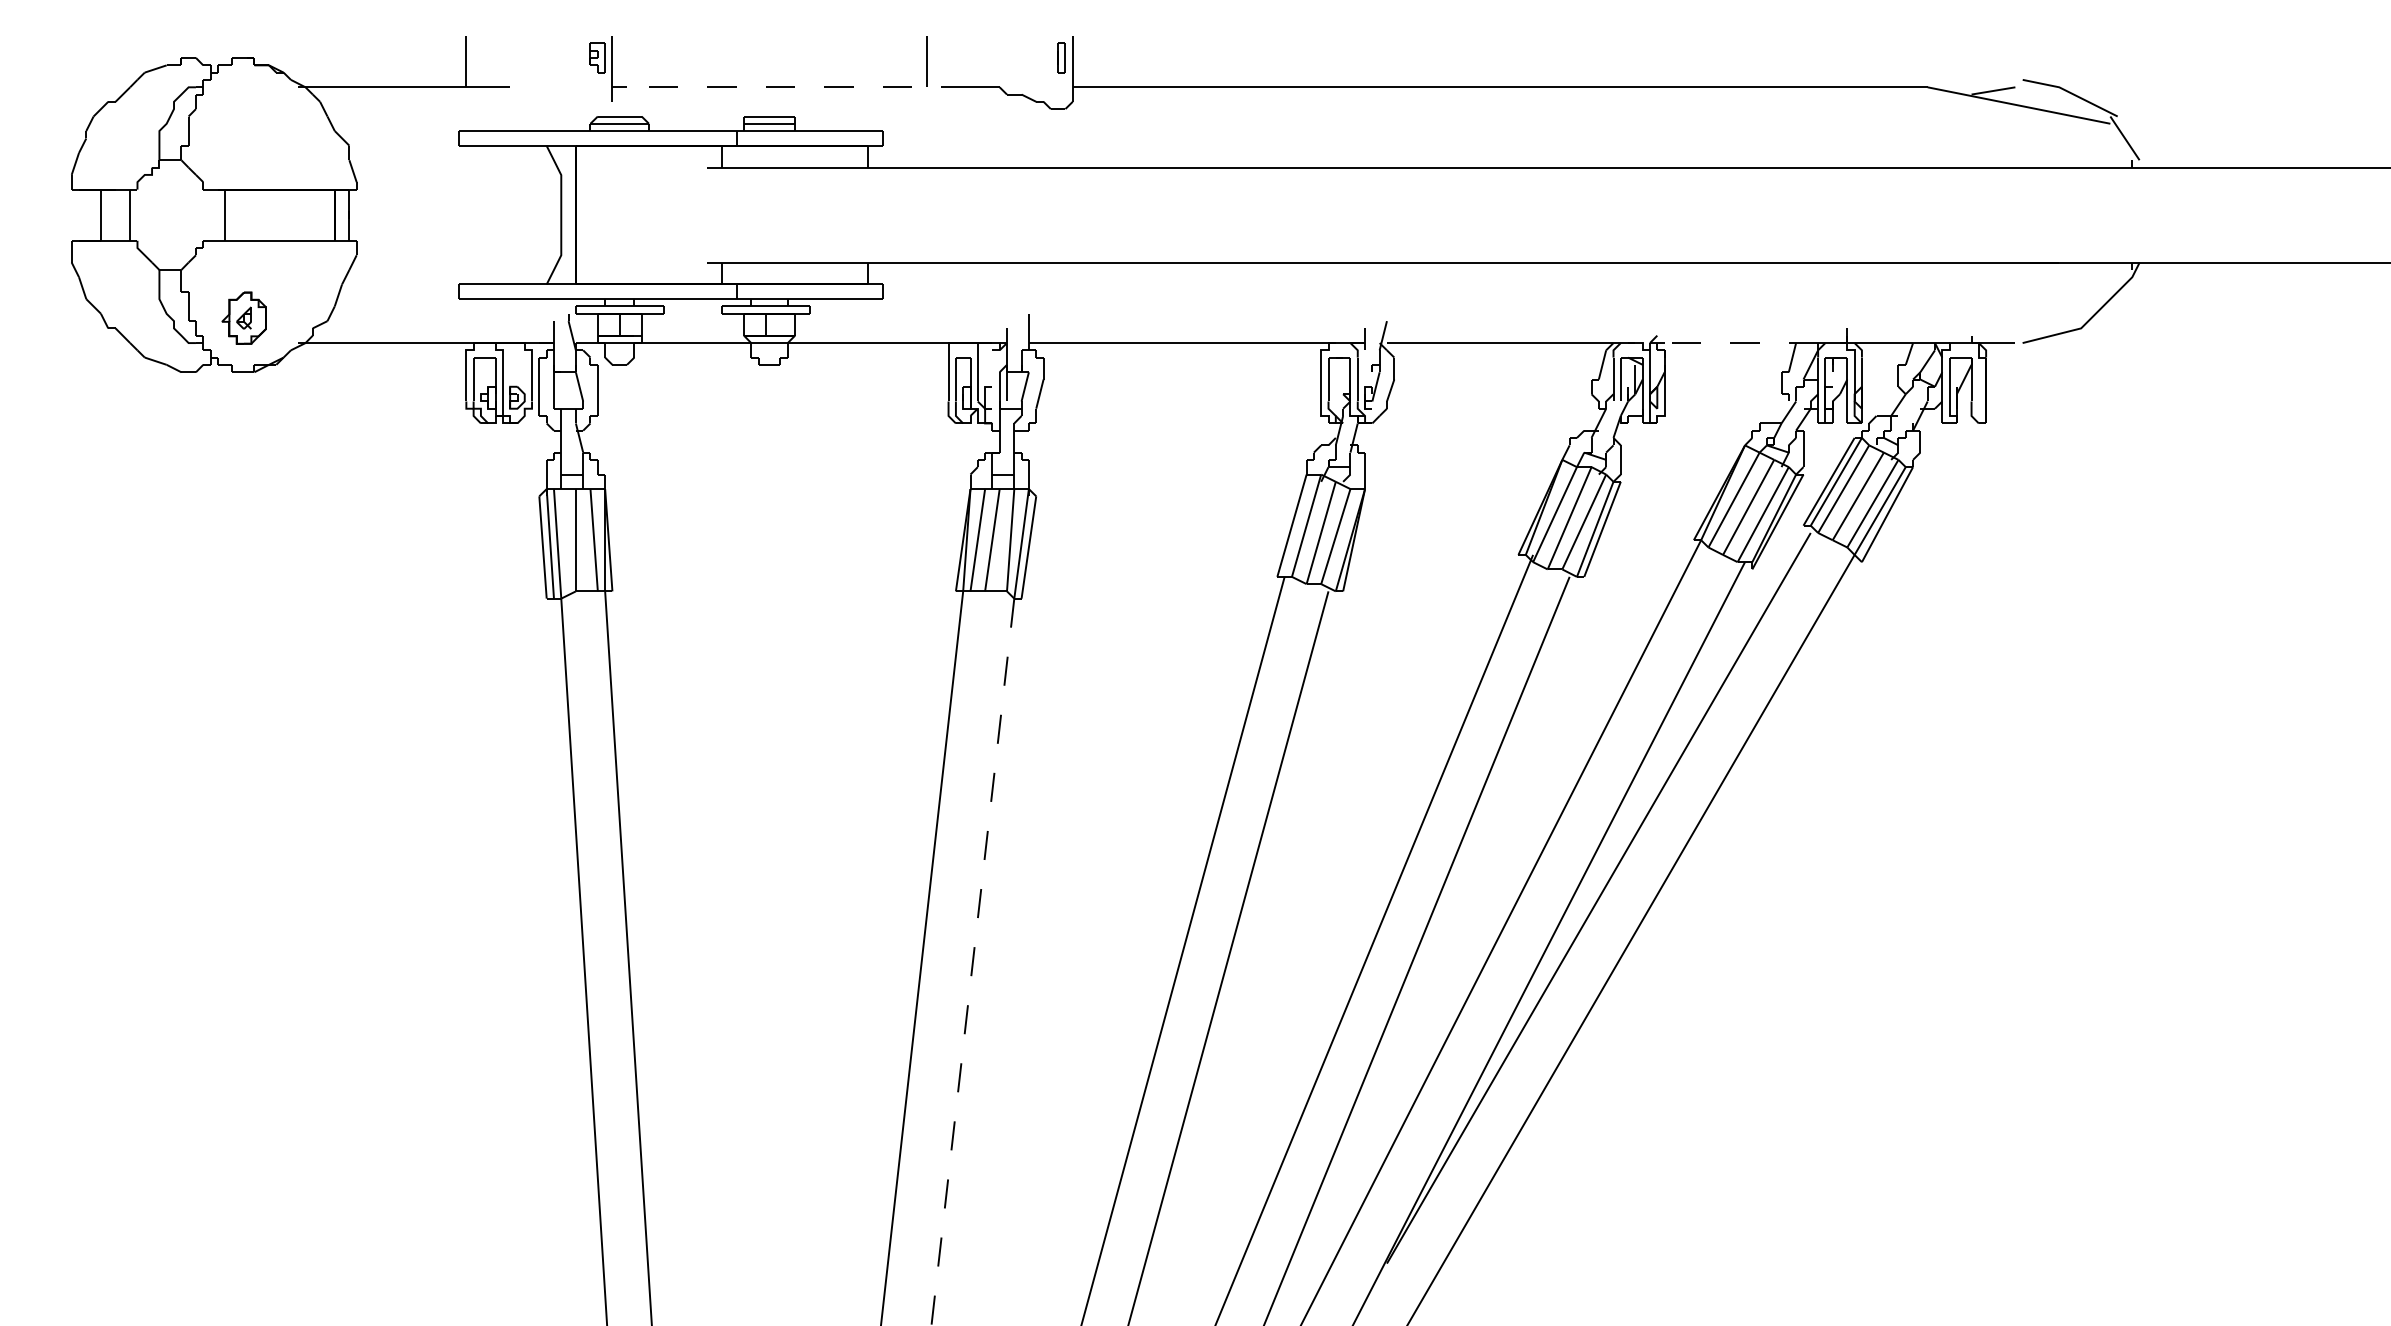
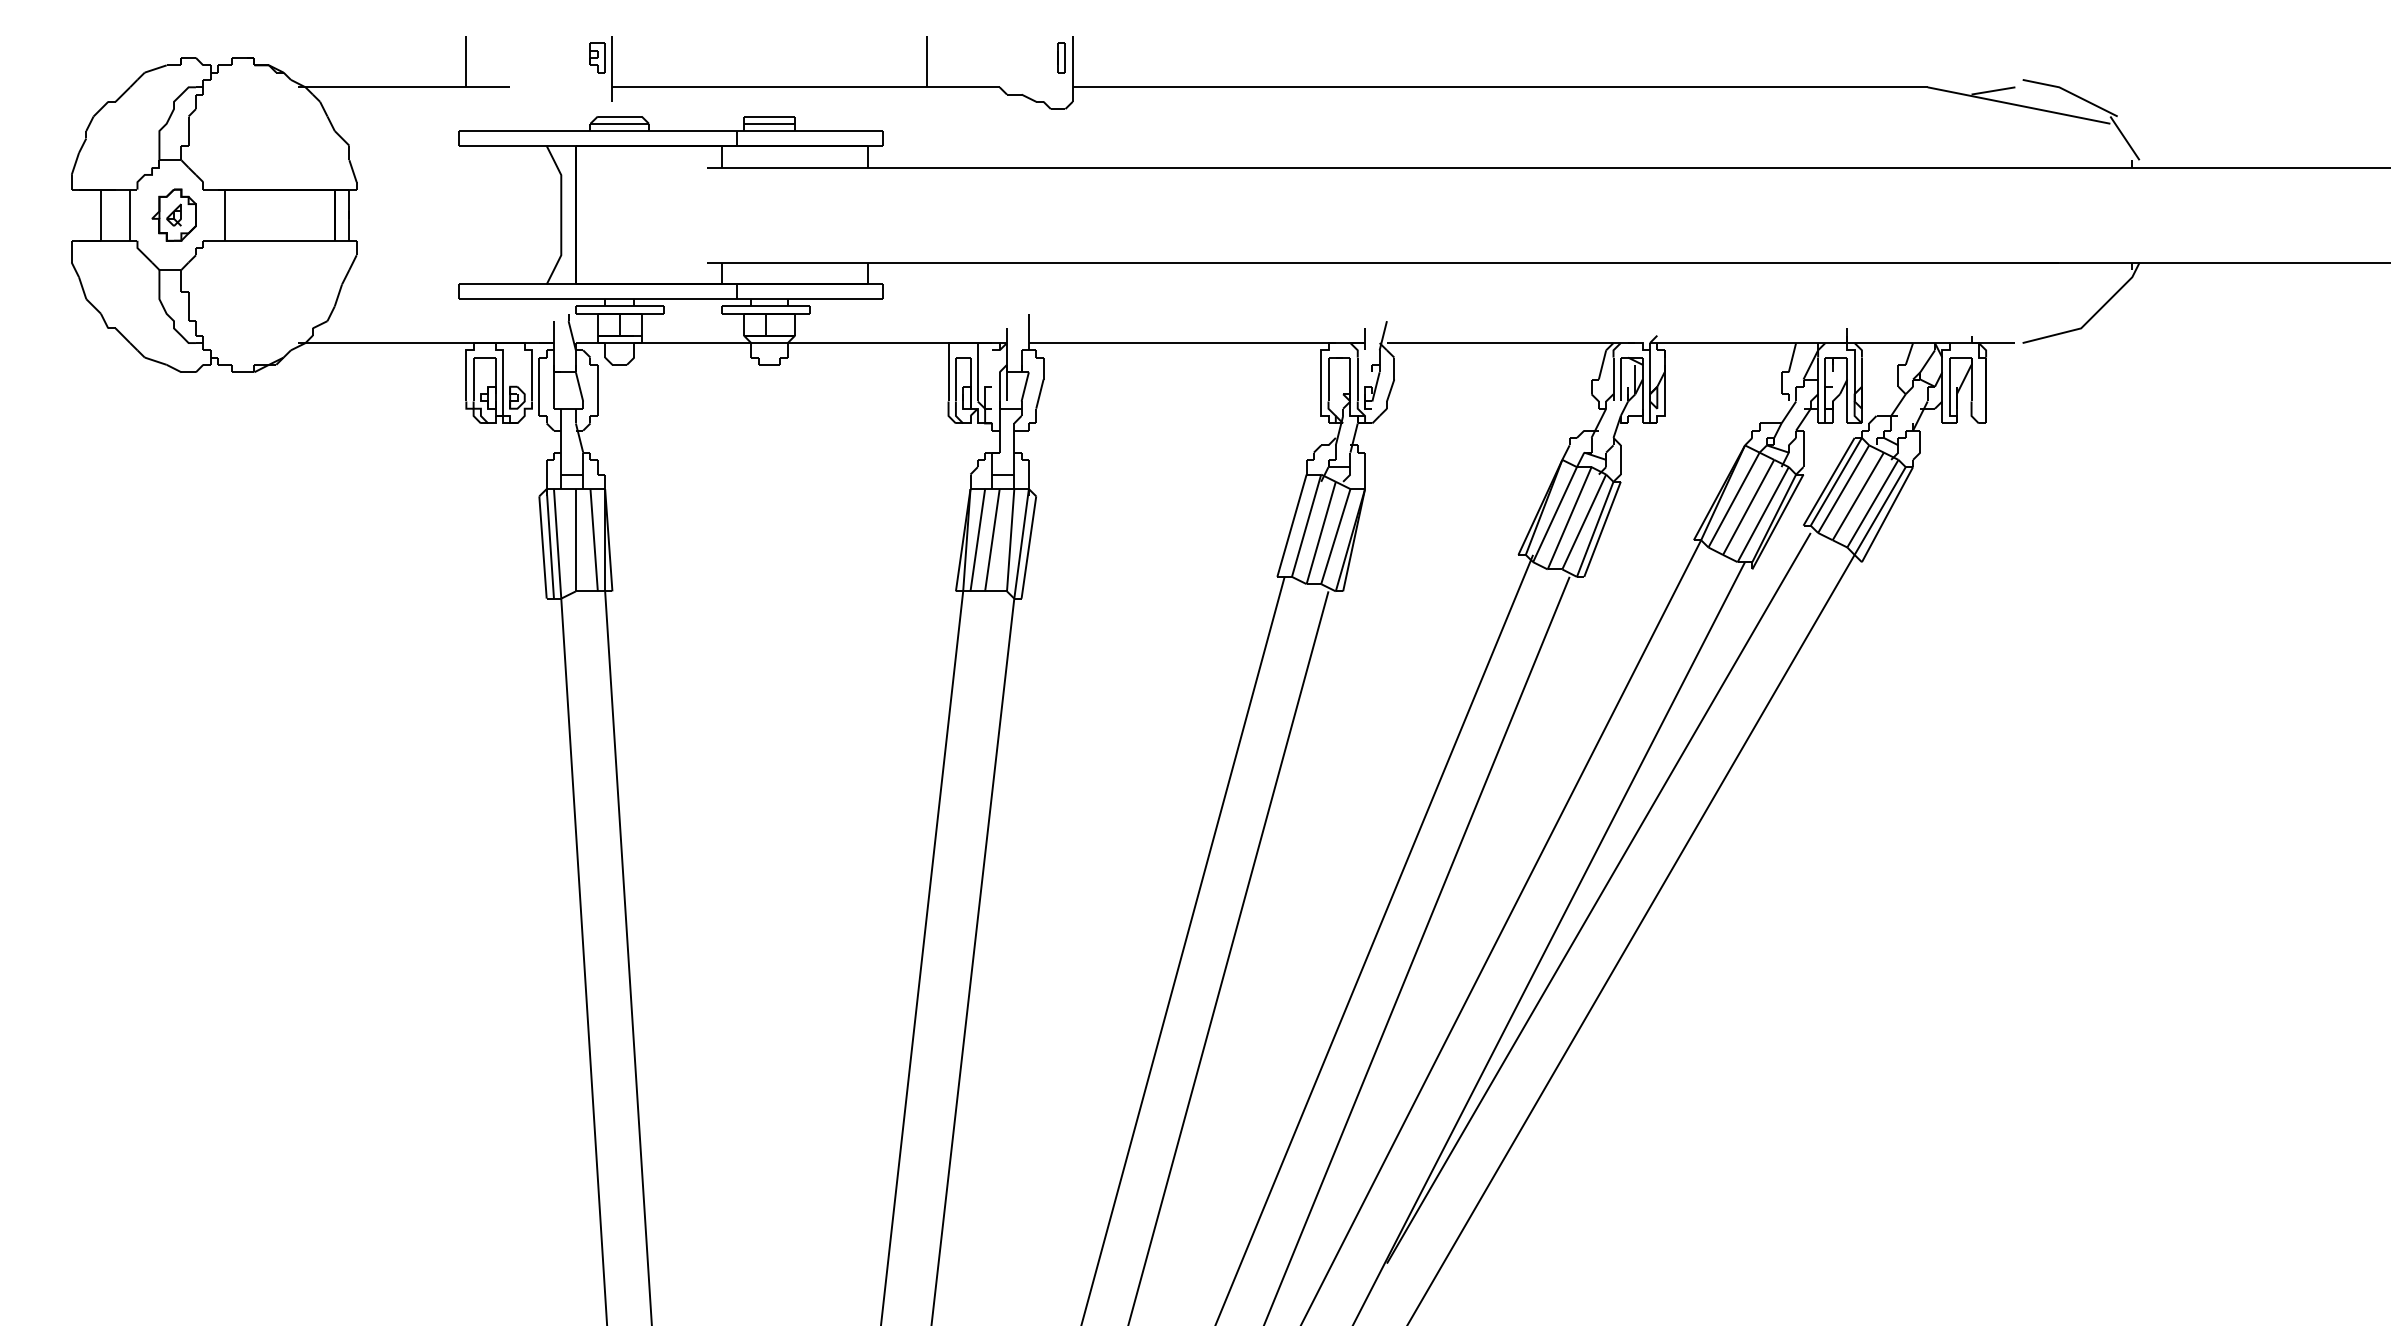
line at (798, 87): dashed -> solid
part at (243, 317) position: (243, 317) -> (173, 214)
line at (1741, 343): dashed -> solid
line at (972, 962): dashed -> solid
